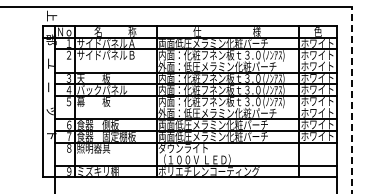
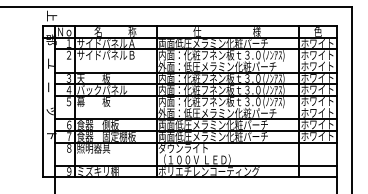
line at (351, 100): dashed -> solid
